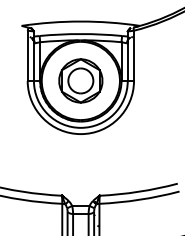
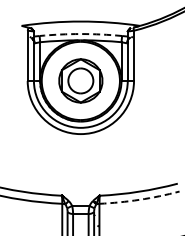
arc at (80, 34): solid -> dashed
arc at (139, 199): solid -> dashed
